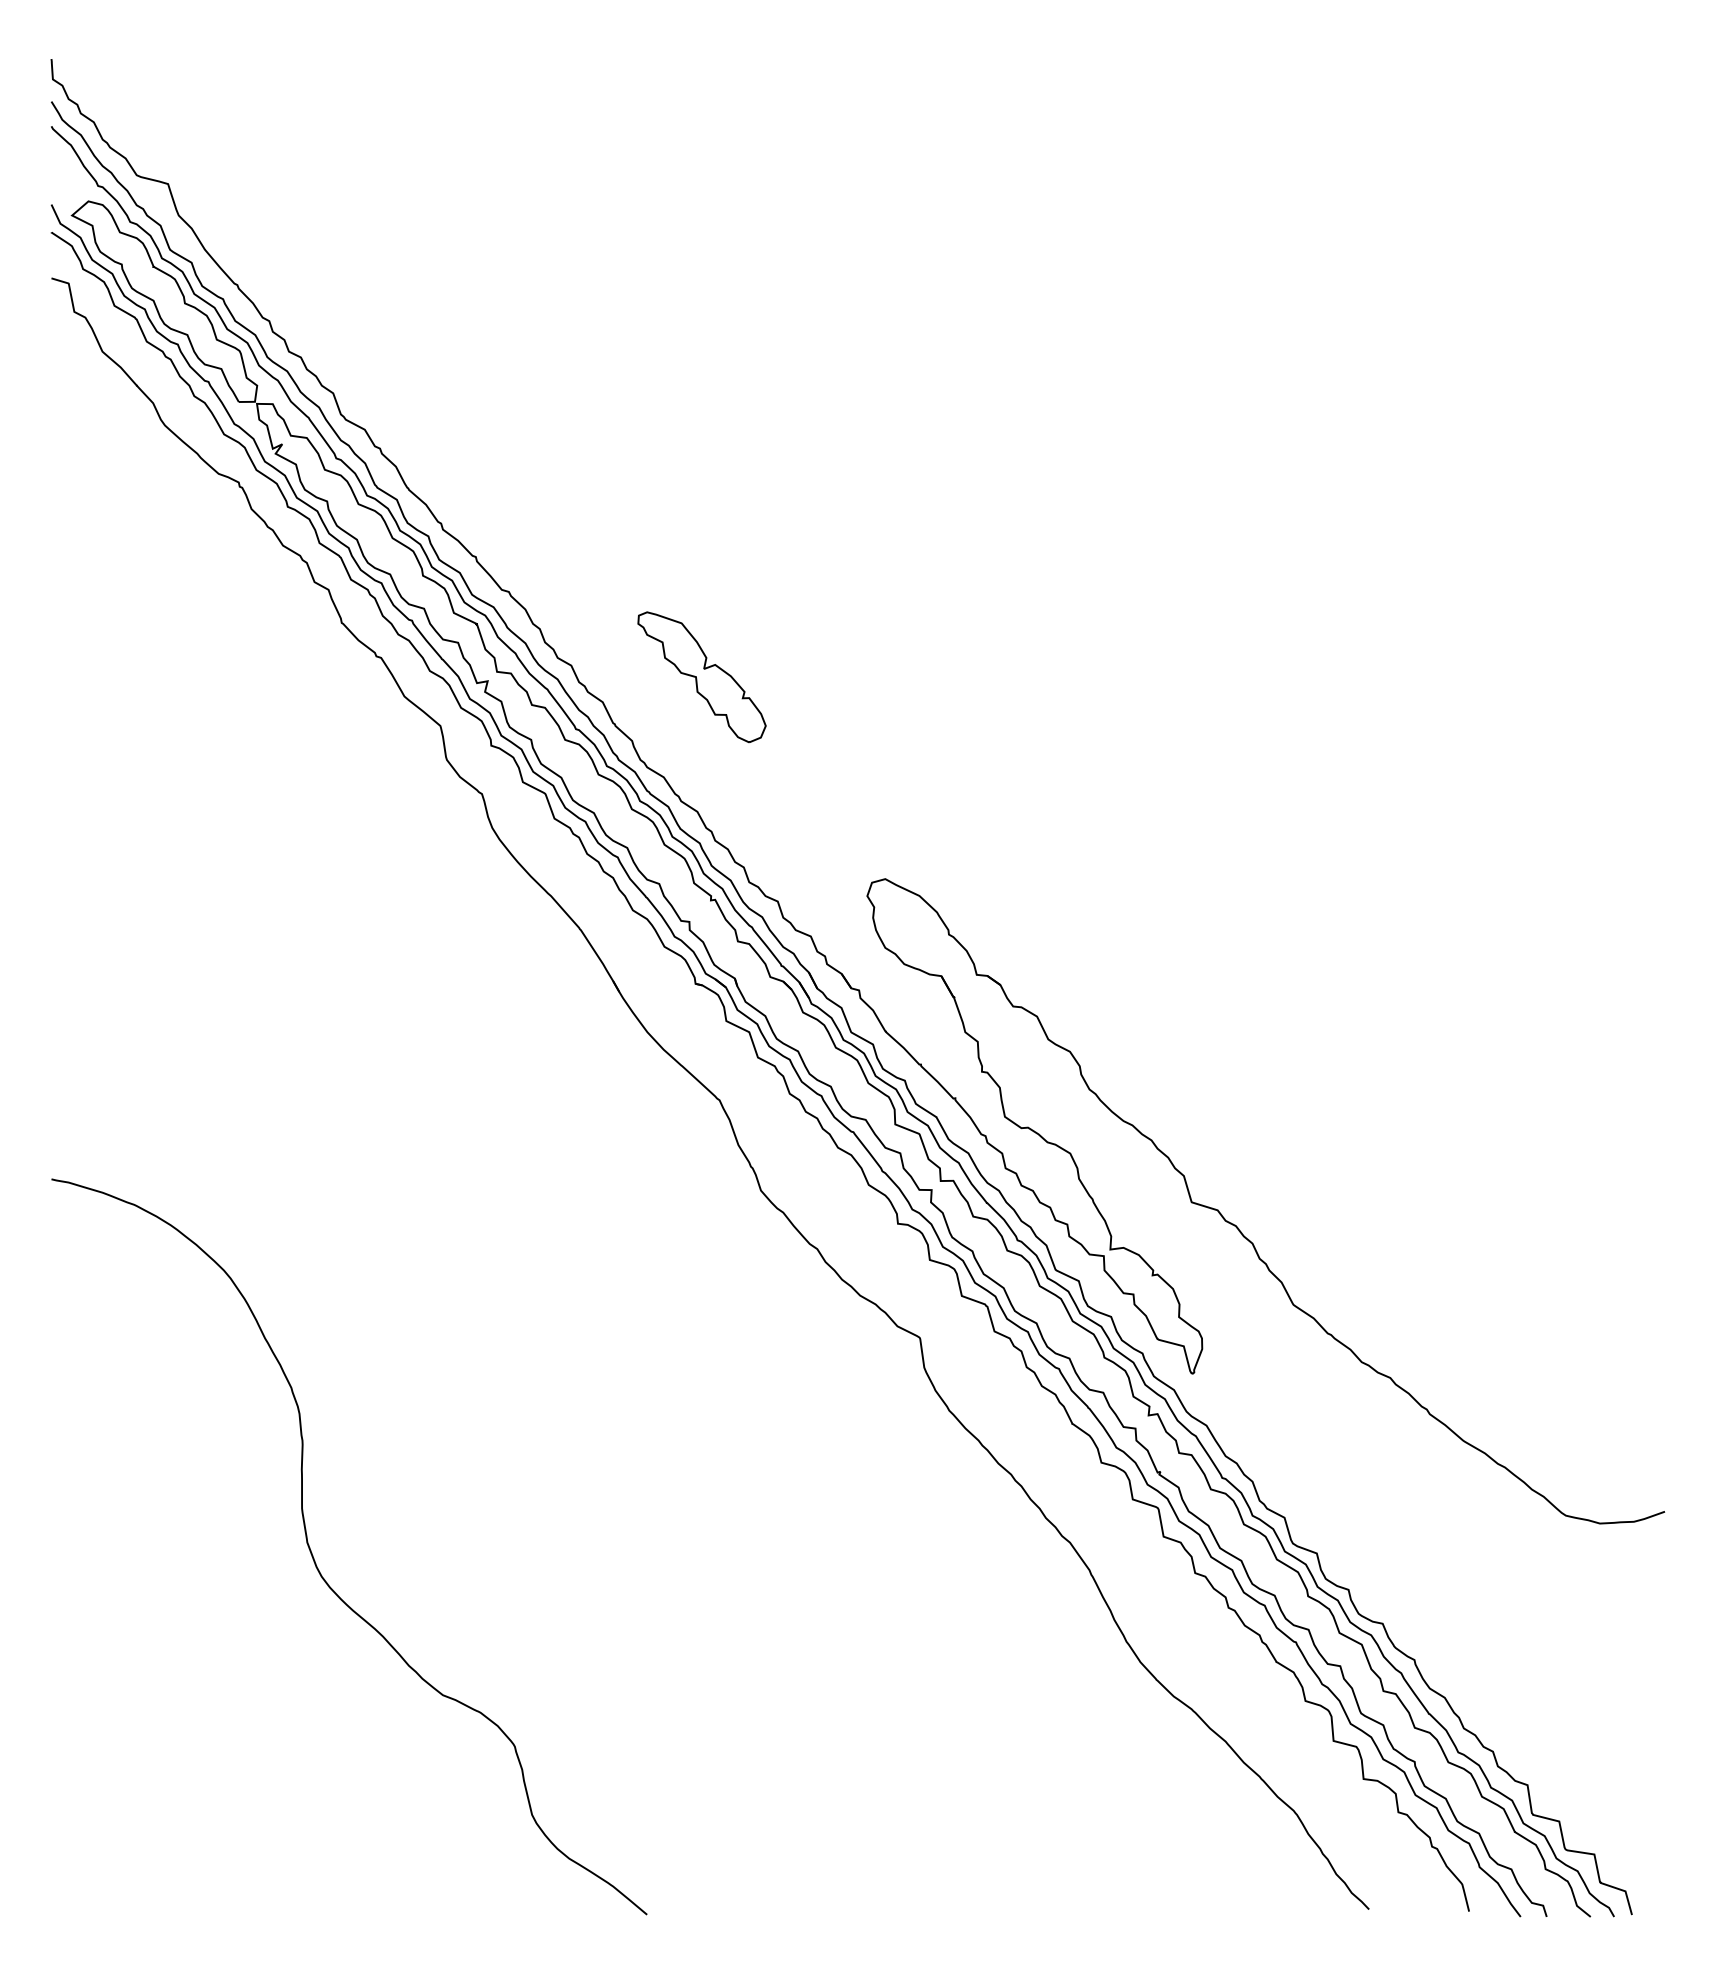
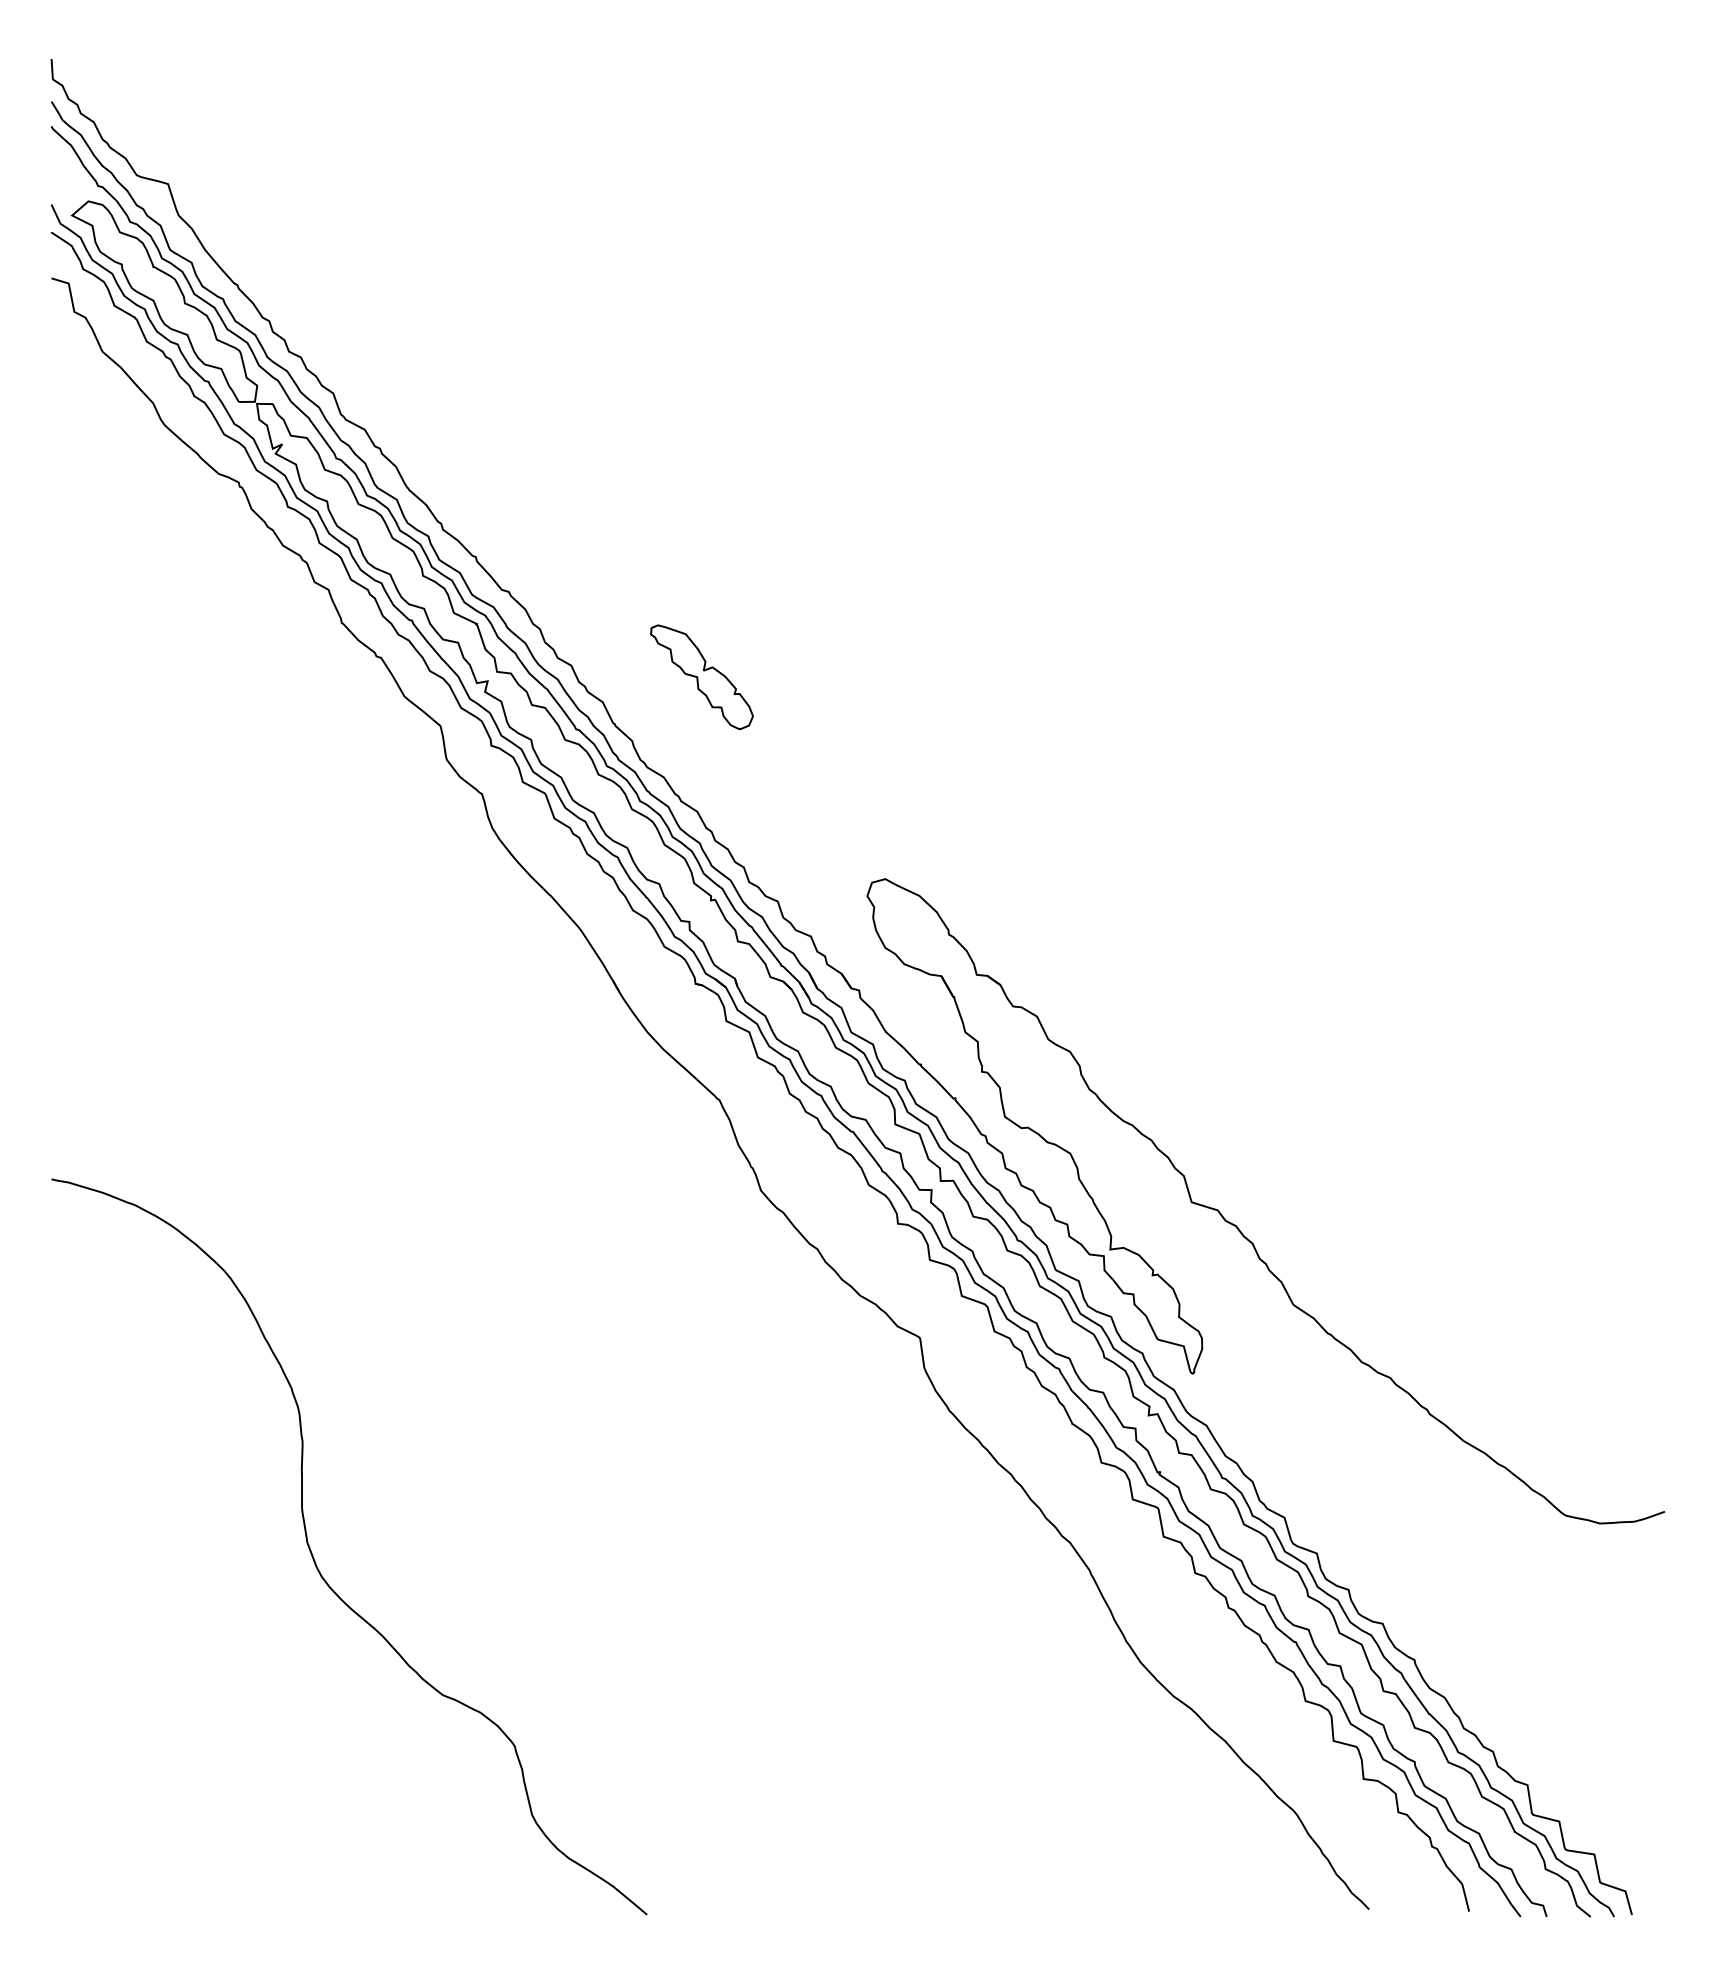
part at (701, 677) size: 130x133 px -> 104x107 px
